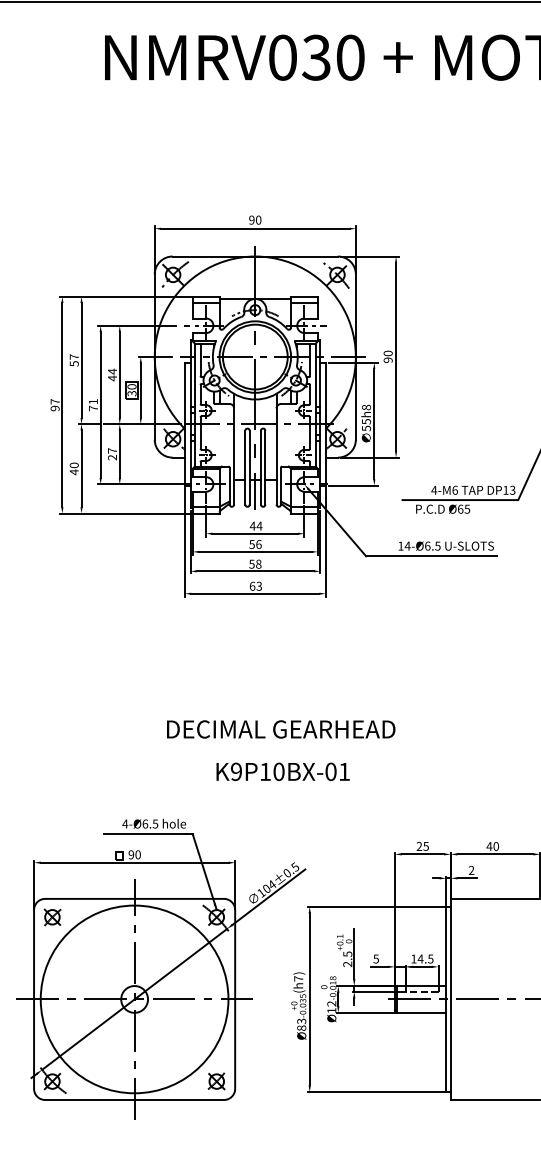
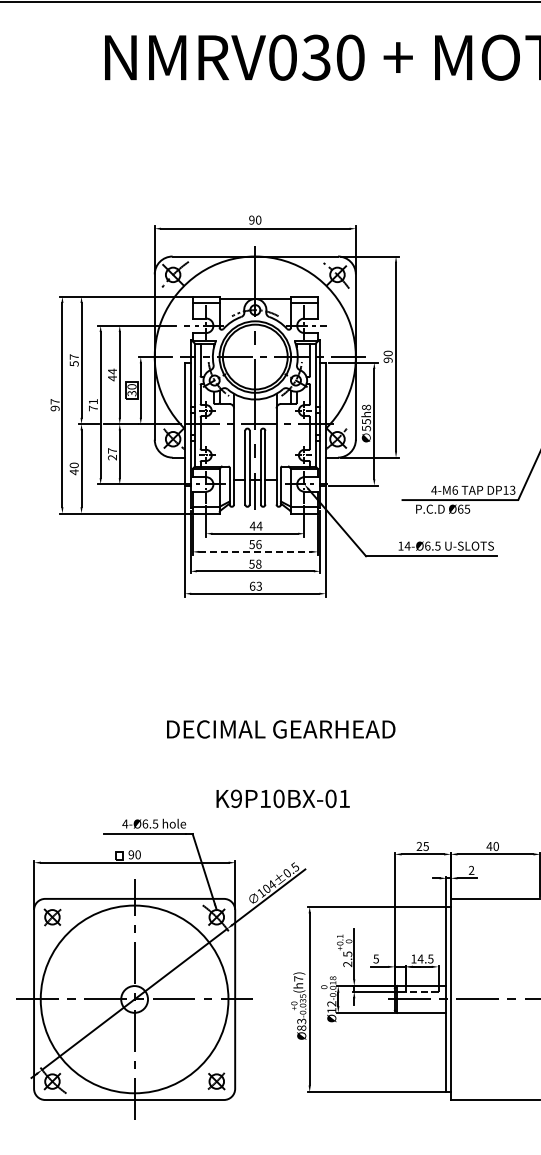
line at (255, 551): solid -> dashed
text at (282, 771) position: (282, 771) -> (282, 798)
